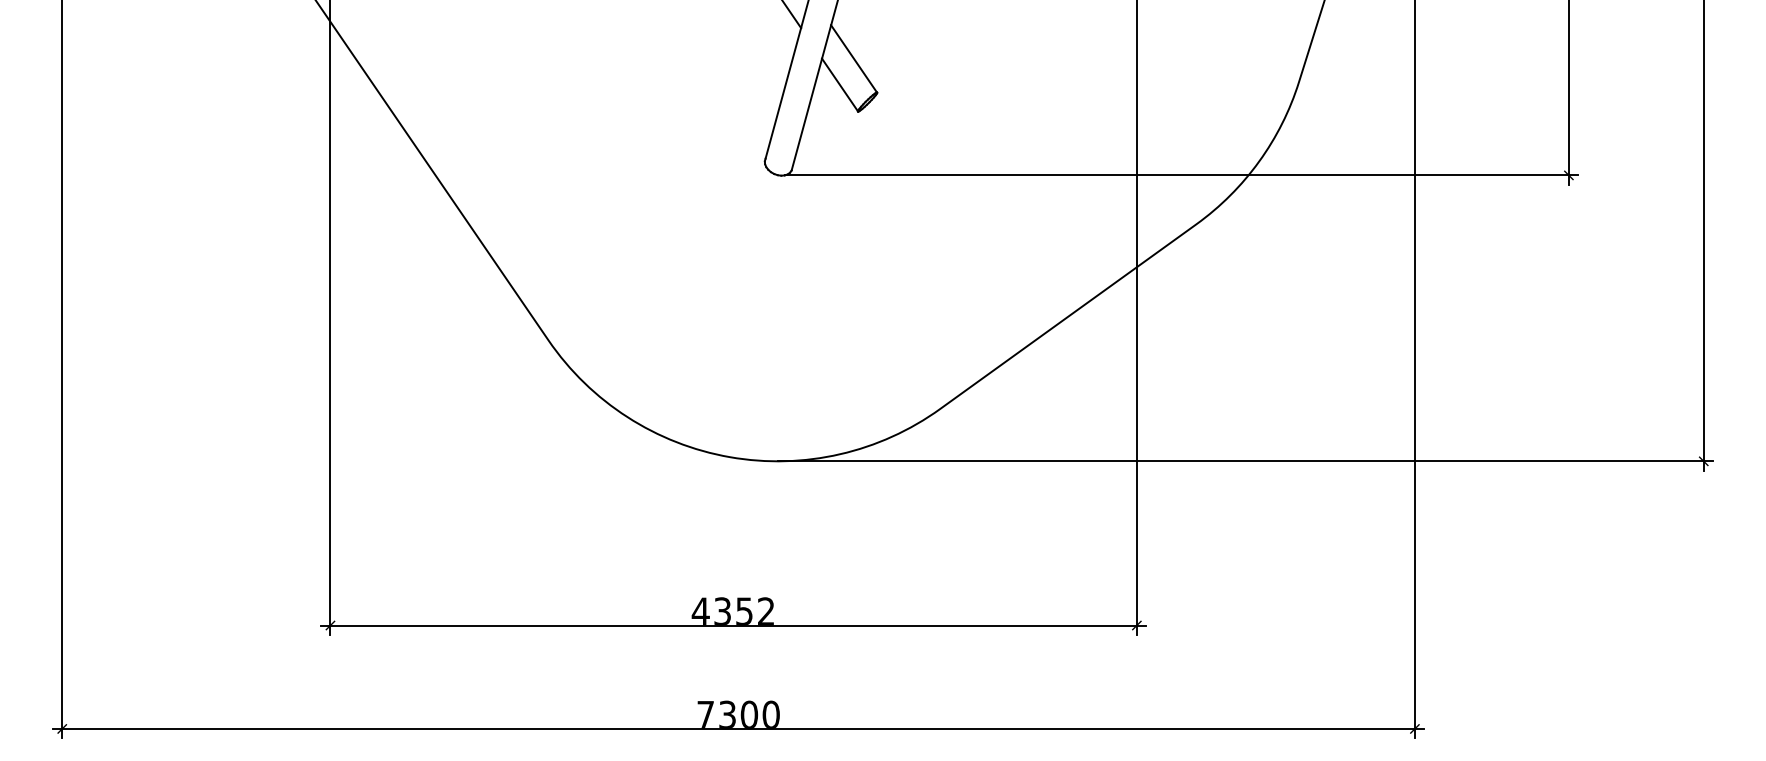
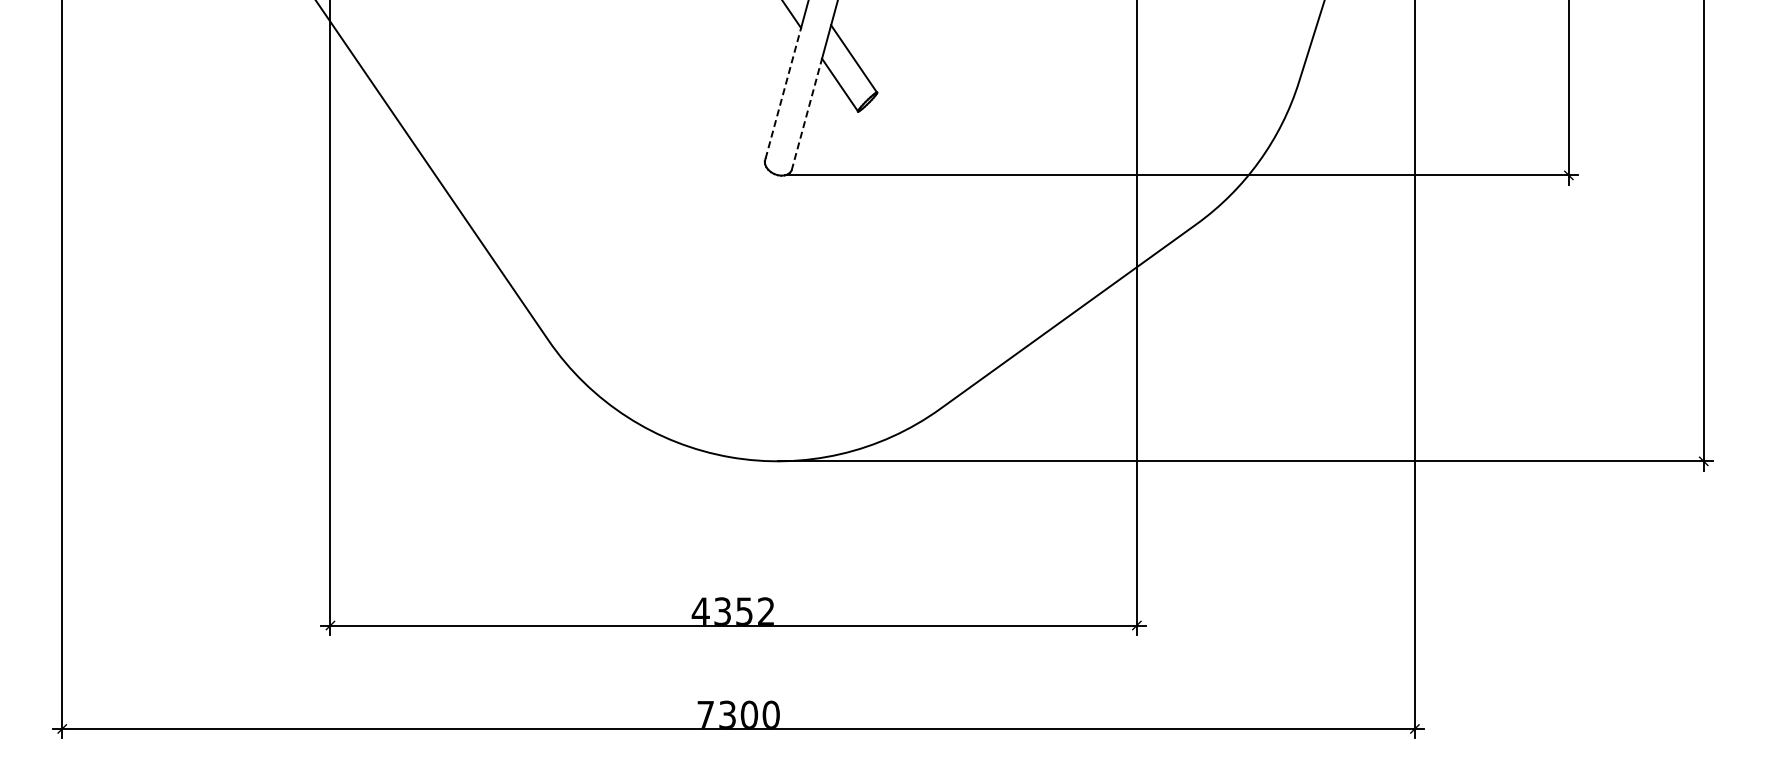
line at (783, 93): solid -> dashed
line at (806, 114): solid -> dashed
